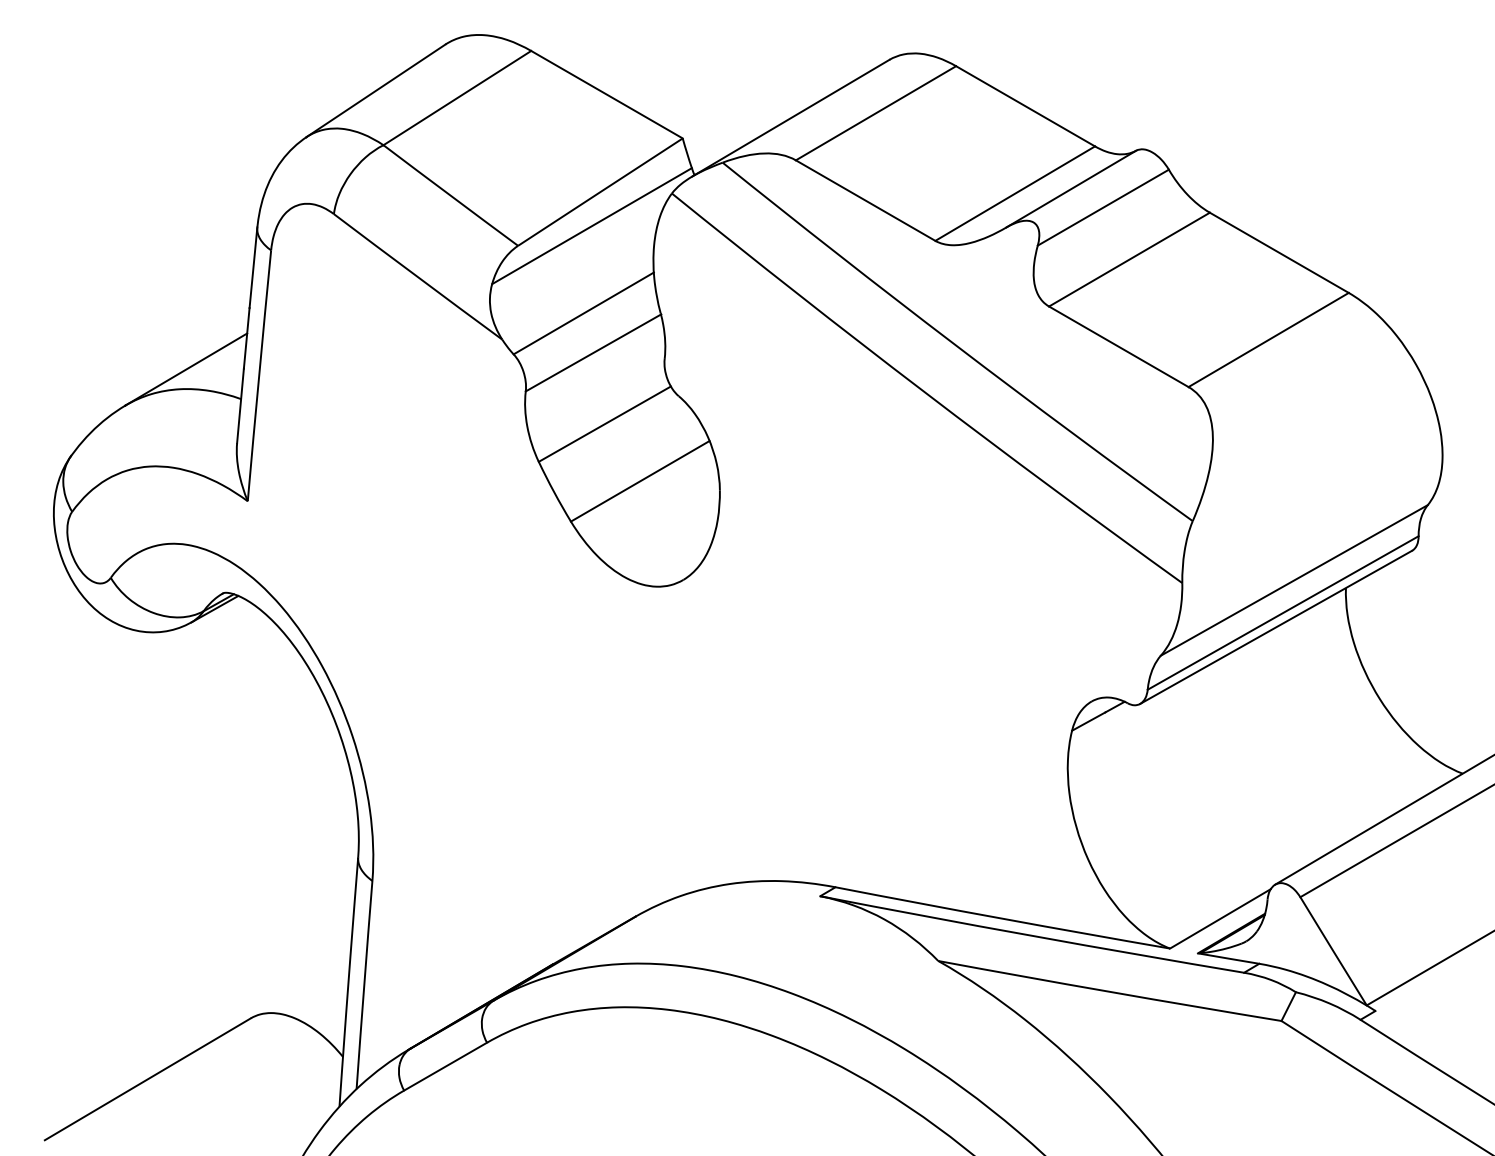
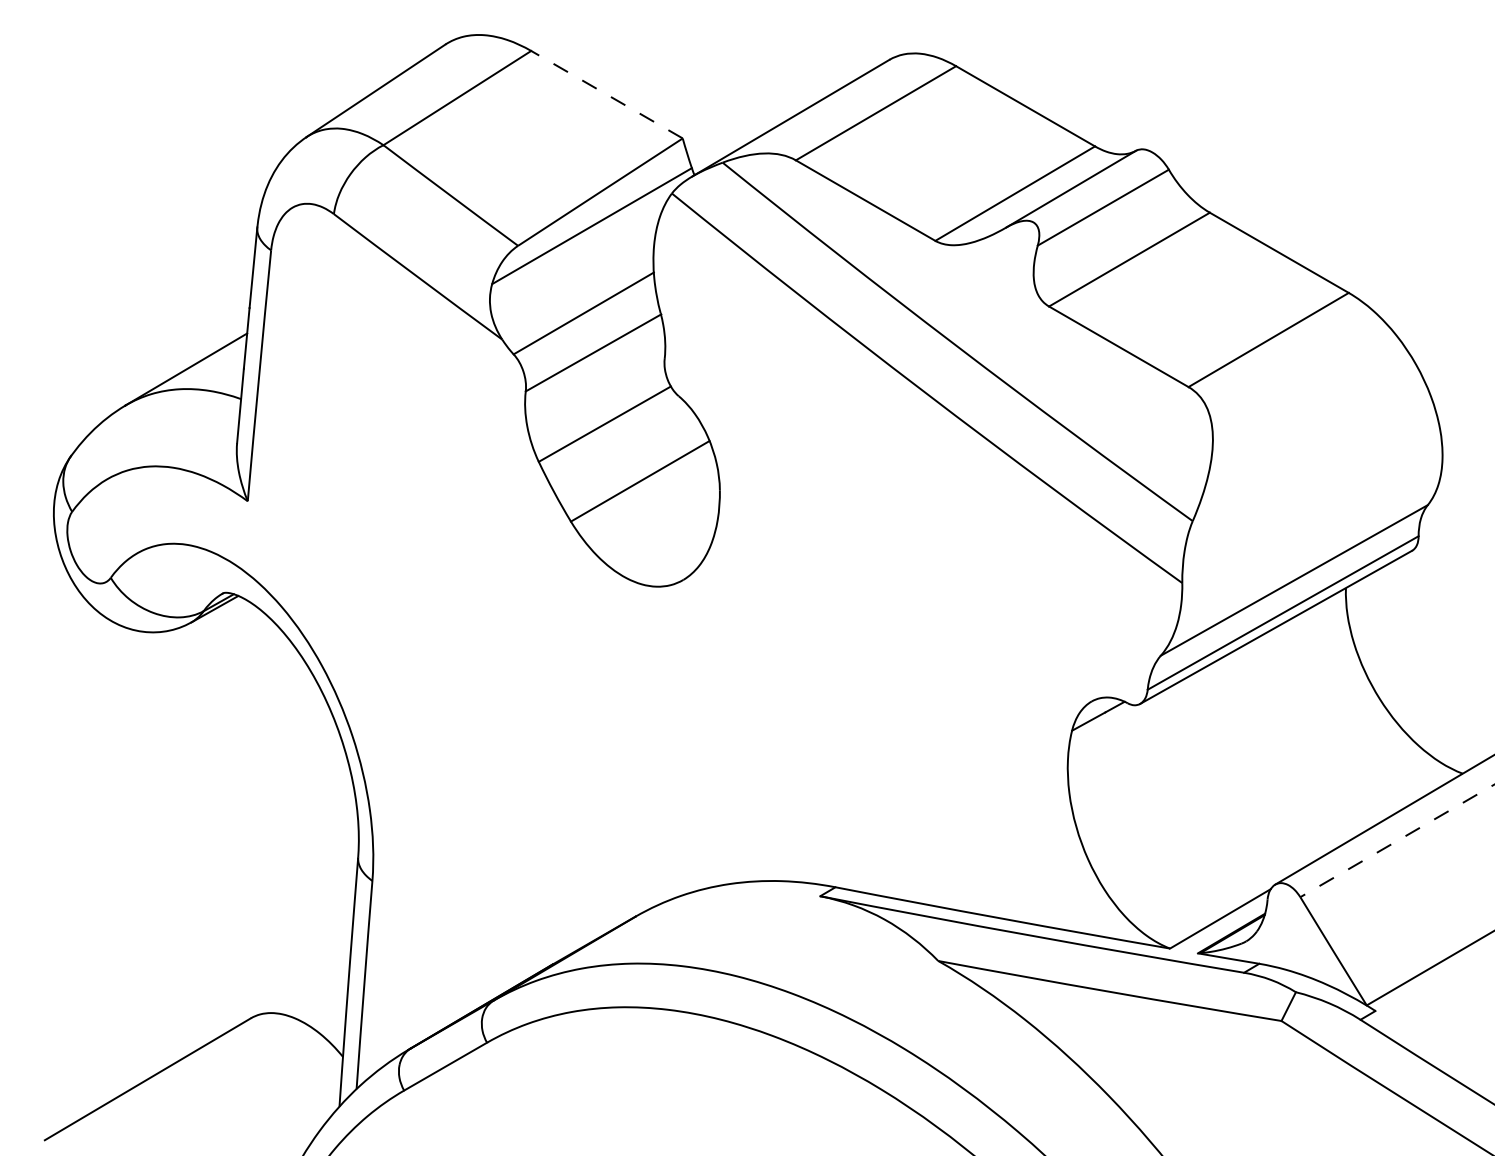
line at (606, 94): solid -> dashed
line at (1396, 841): solid -> dashed
